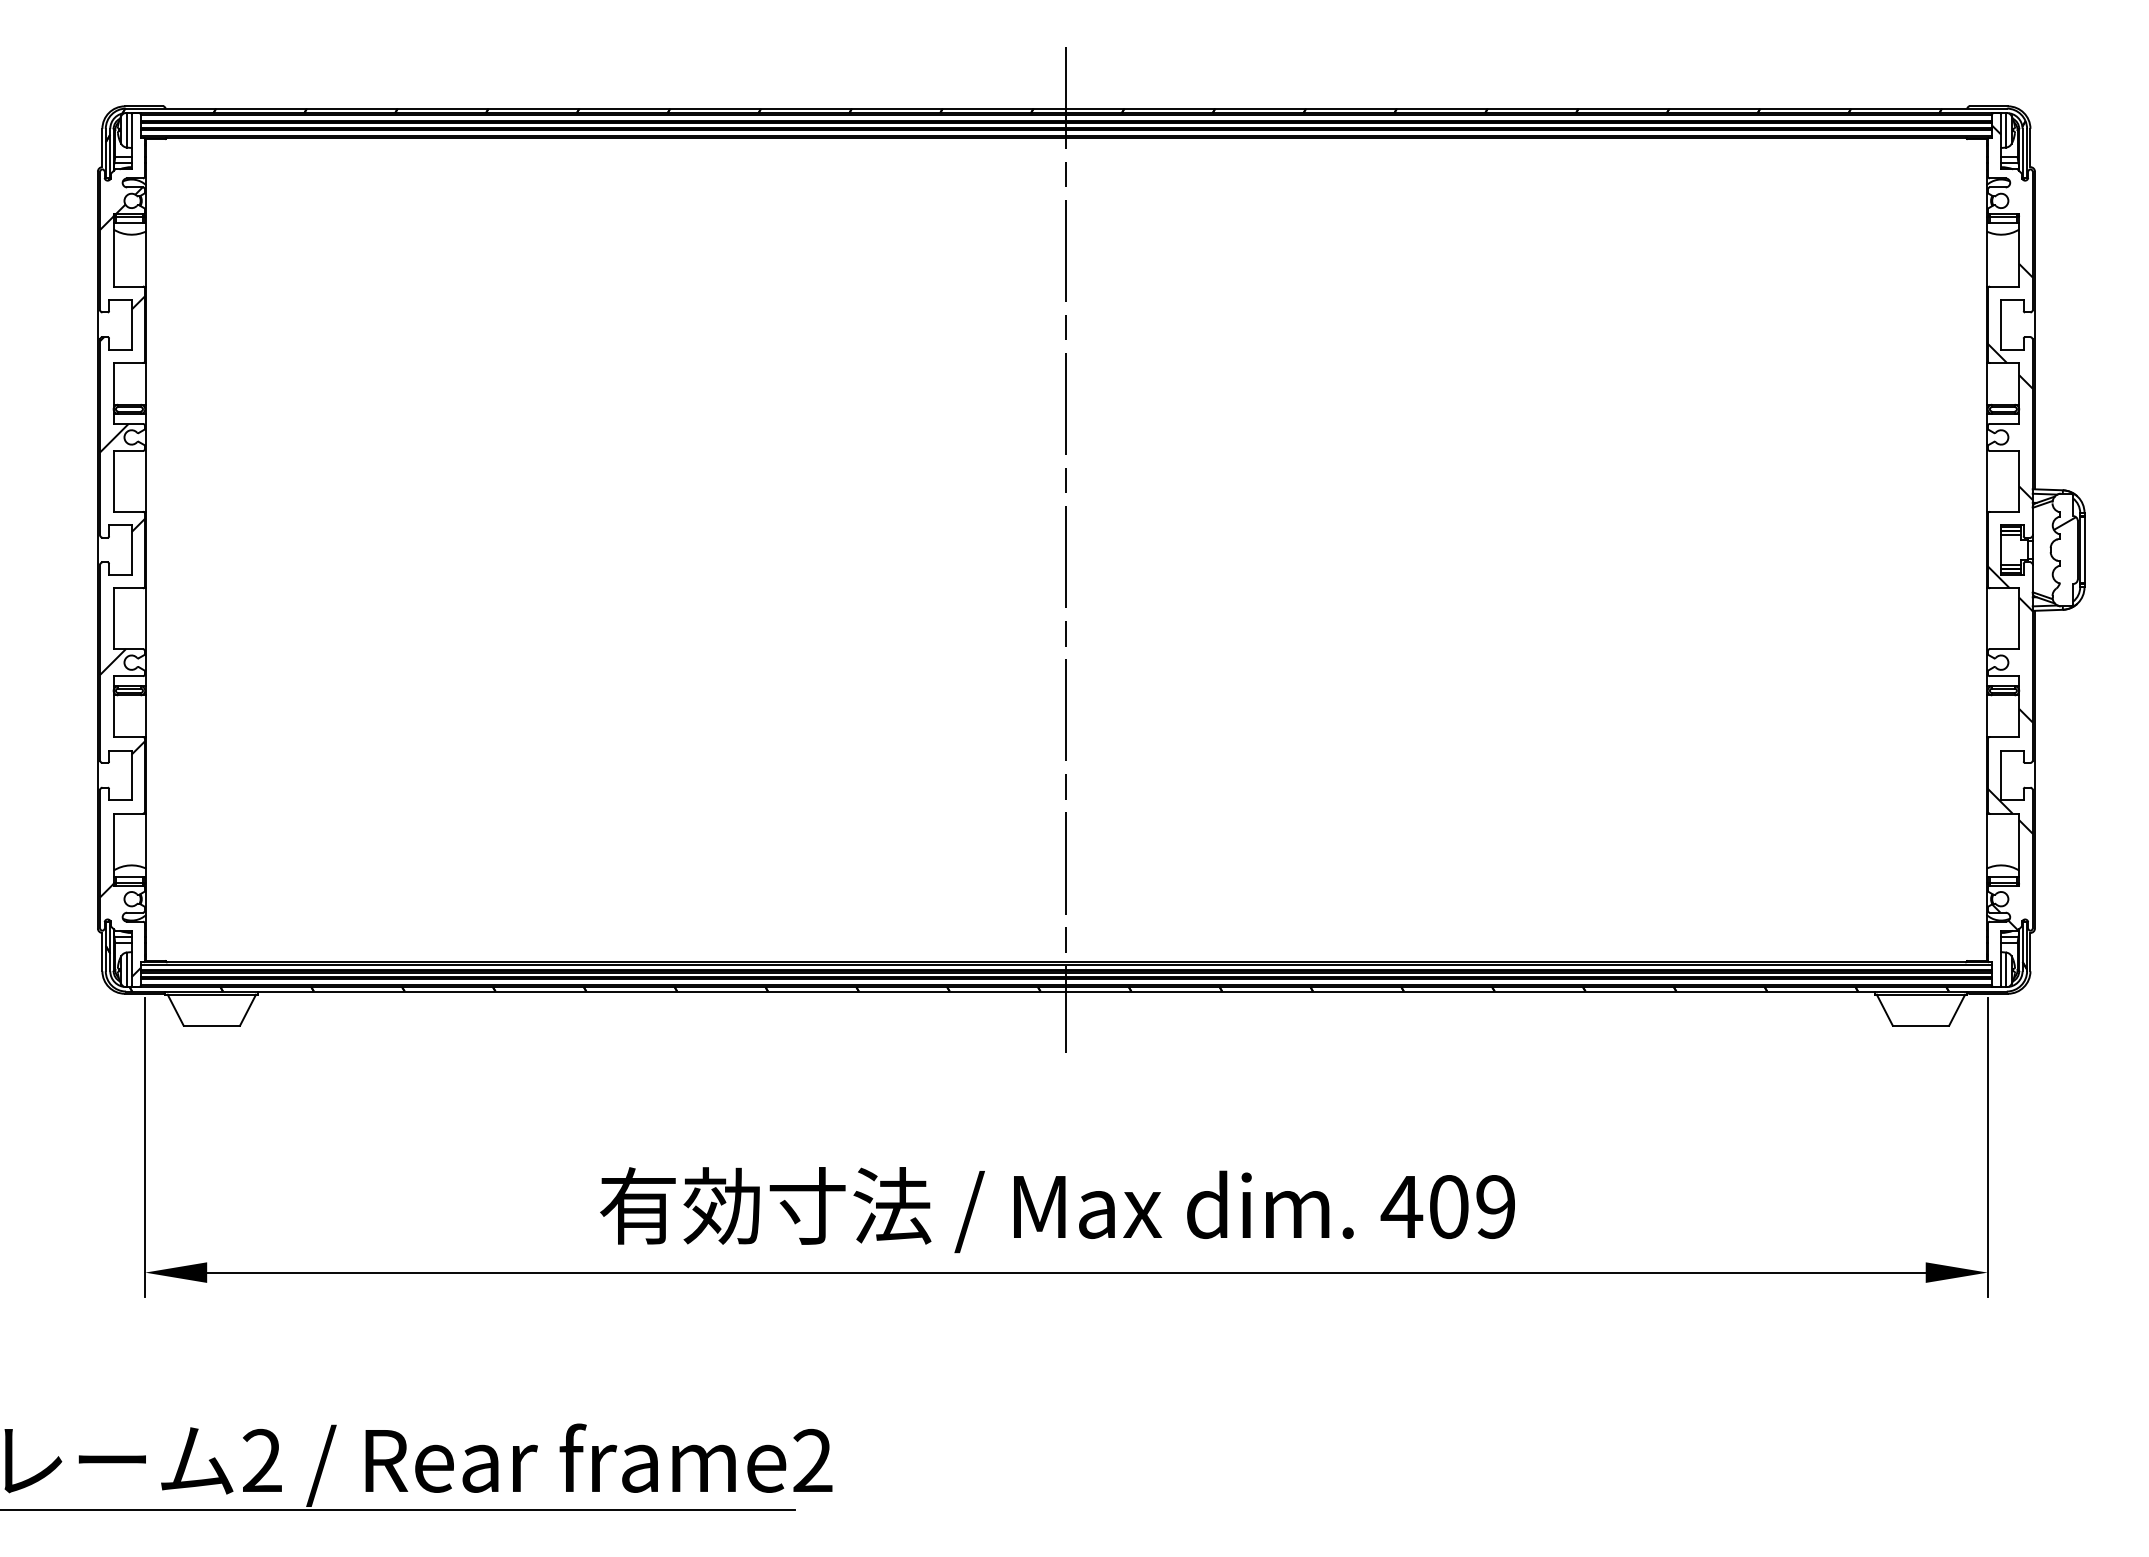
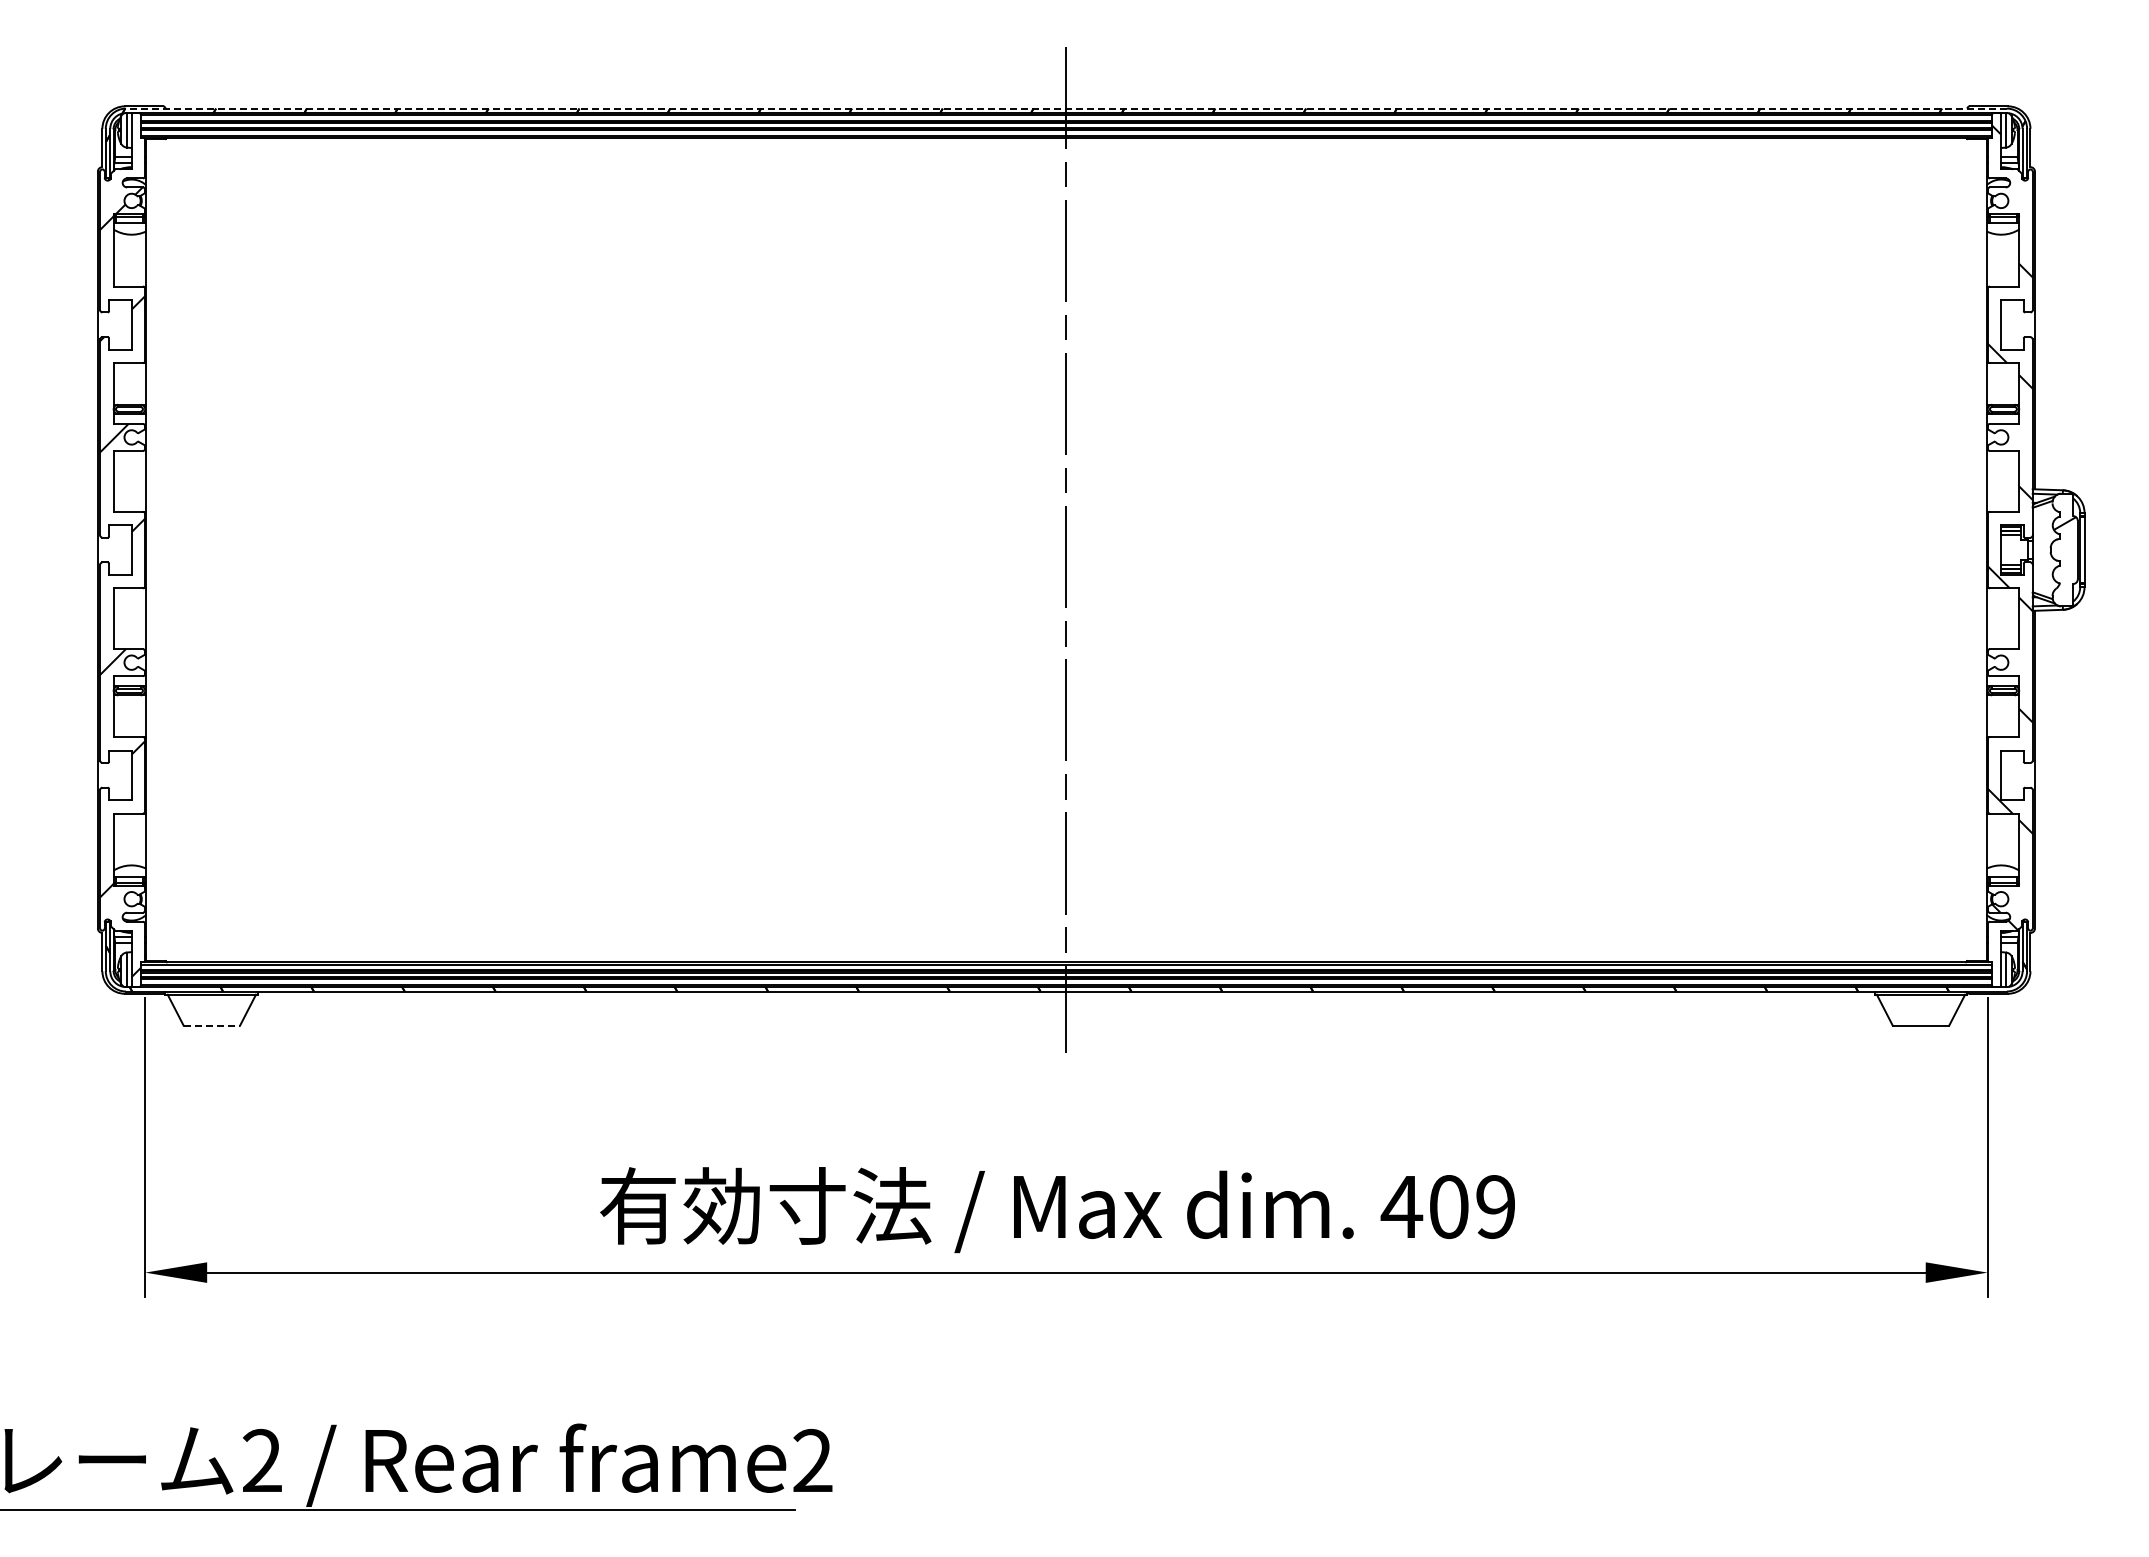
line at (1065, 108): solid -> dashed
line at (212, 1025): solid -> dashed
